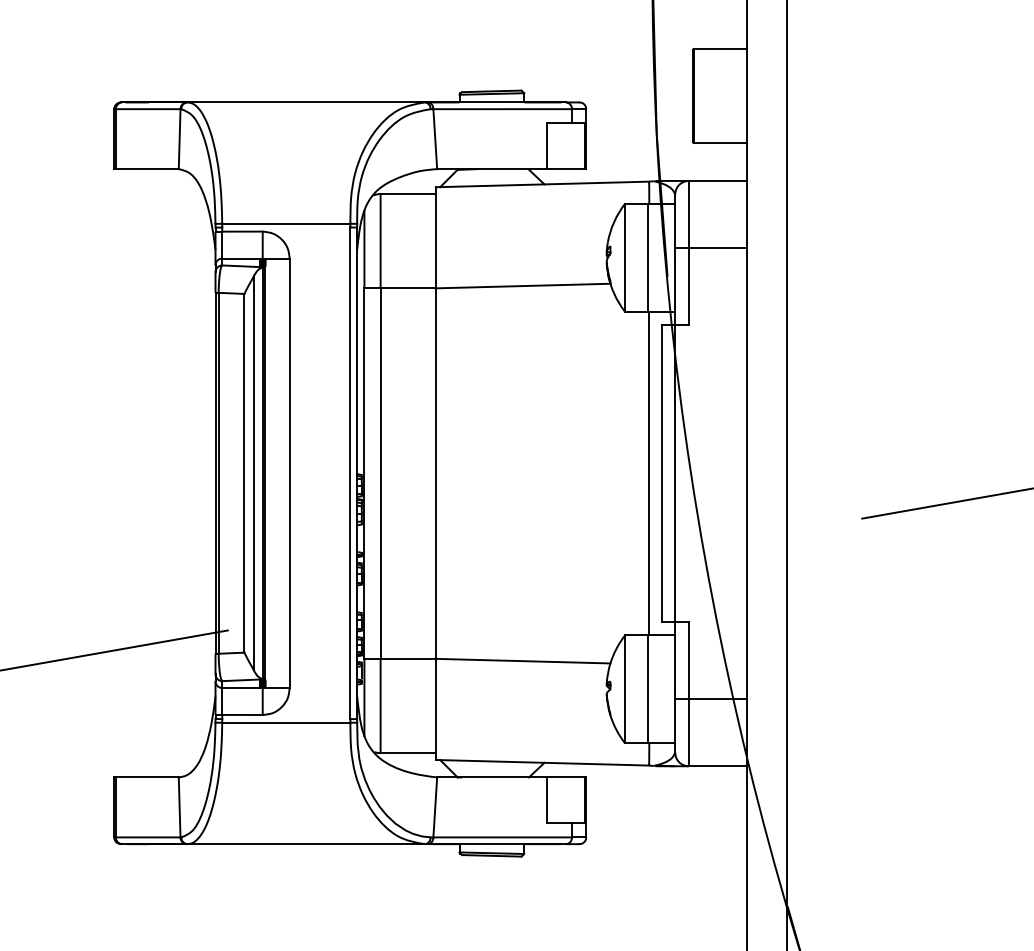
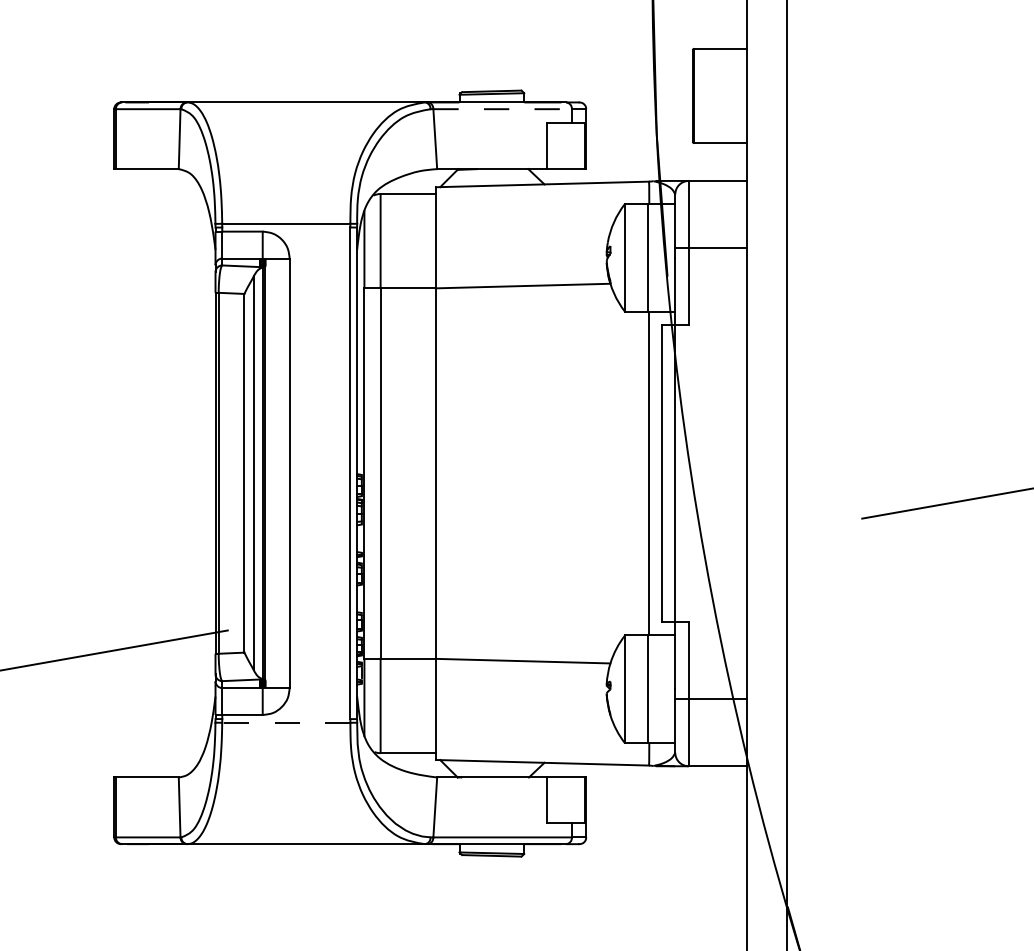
line at (503, 109): solid -> dashed
line at (285, 722): solid -> dashed
